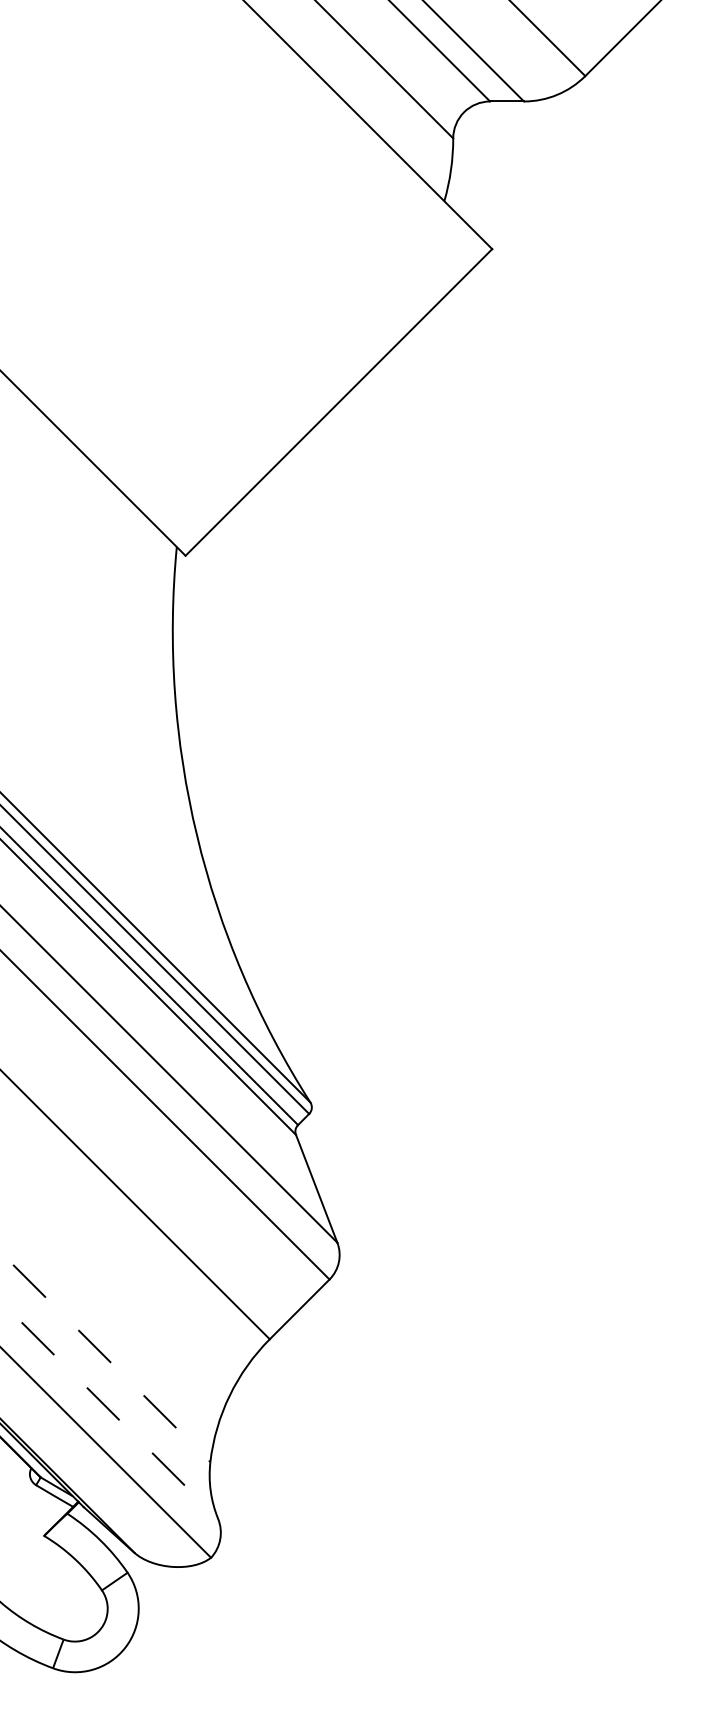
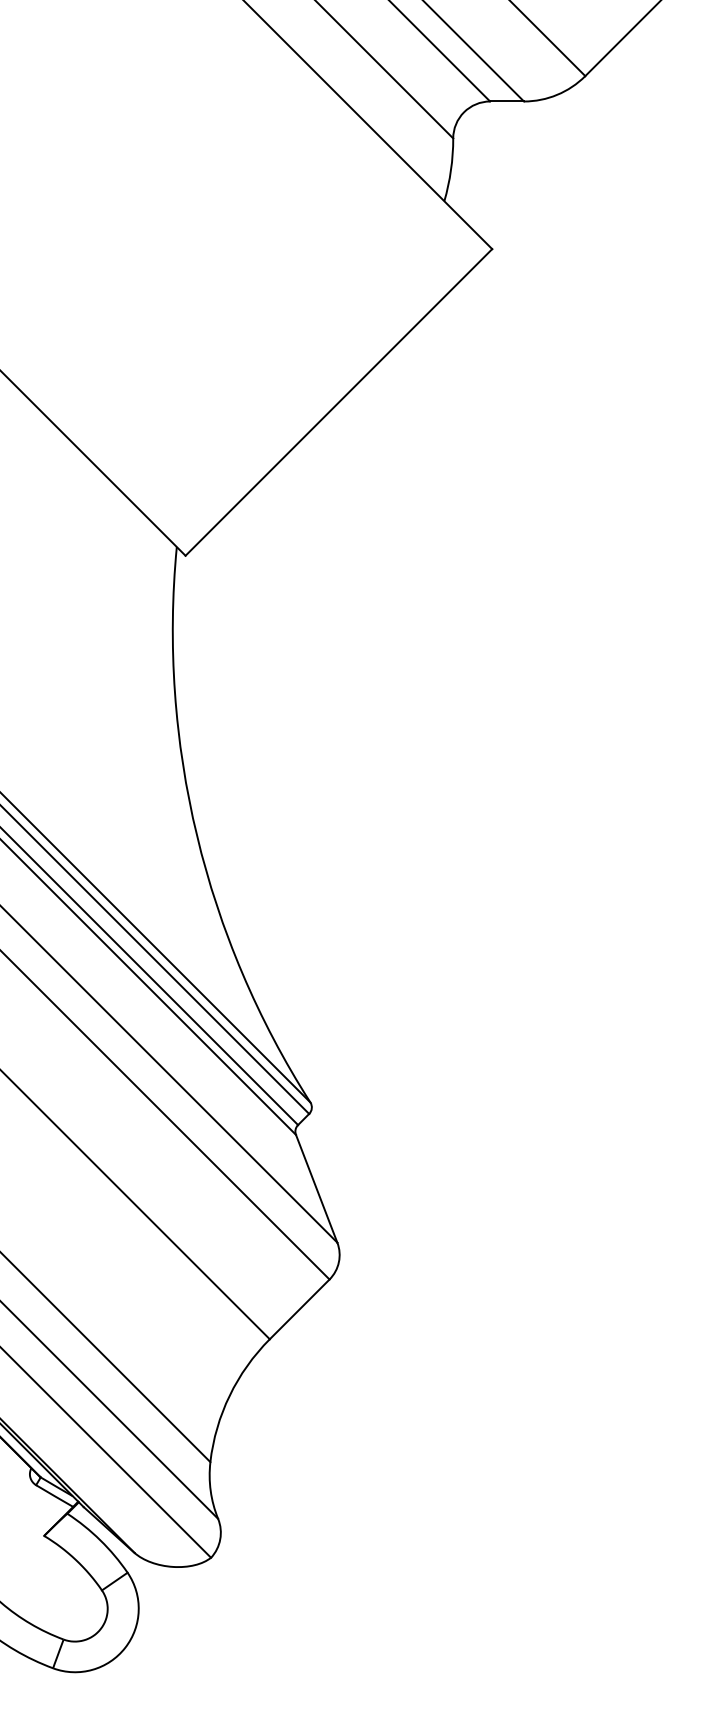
line at (105, 1357): dashed -> solid
line at (109, 1409): dashed -> solid
